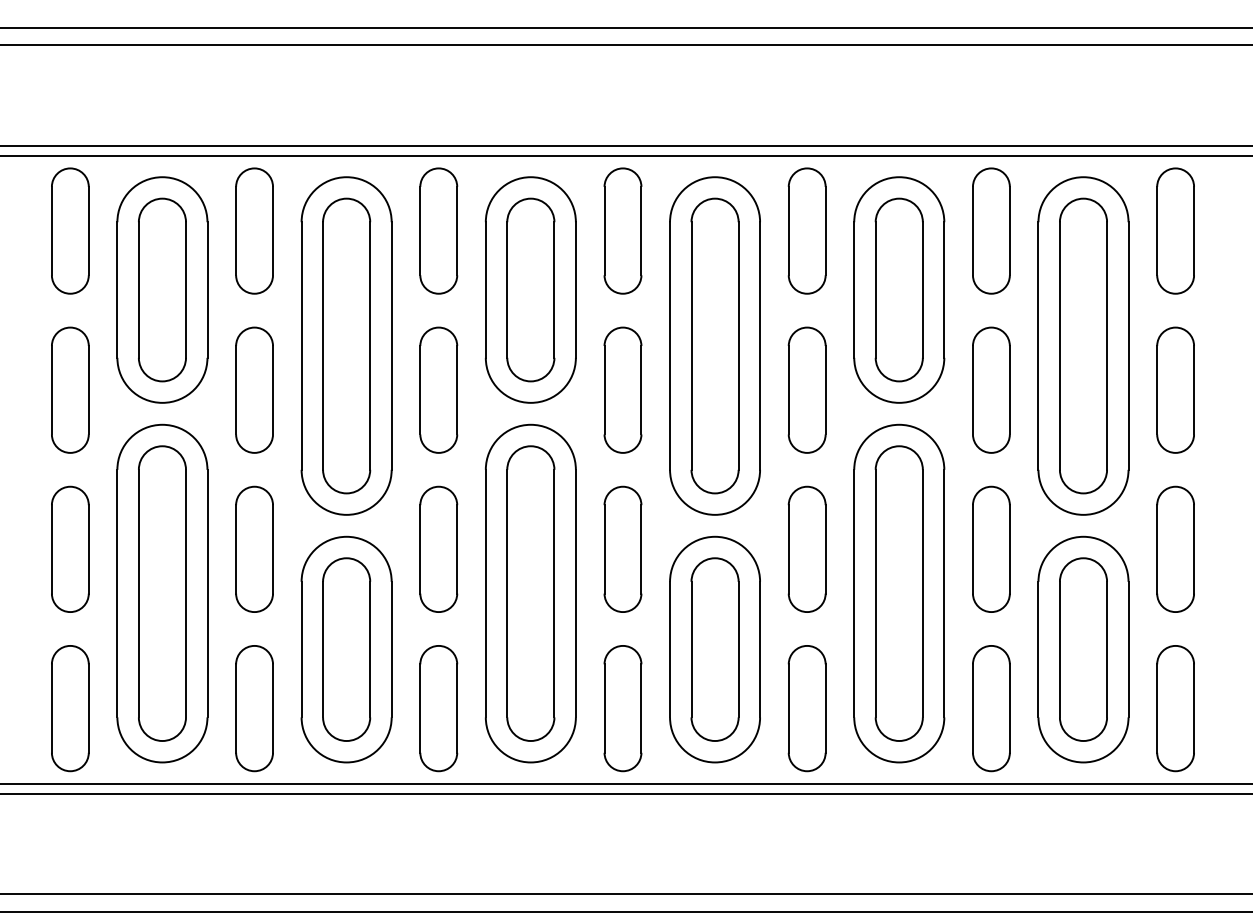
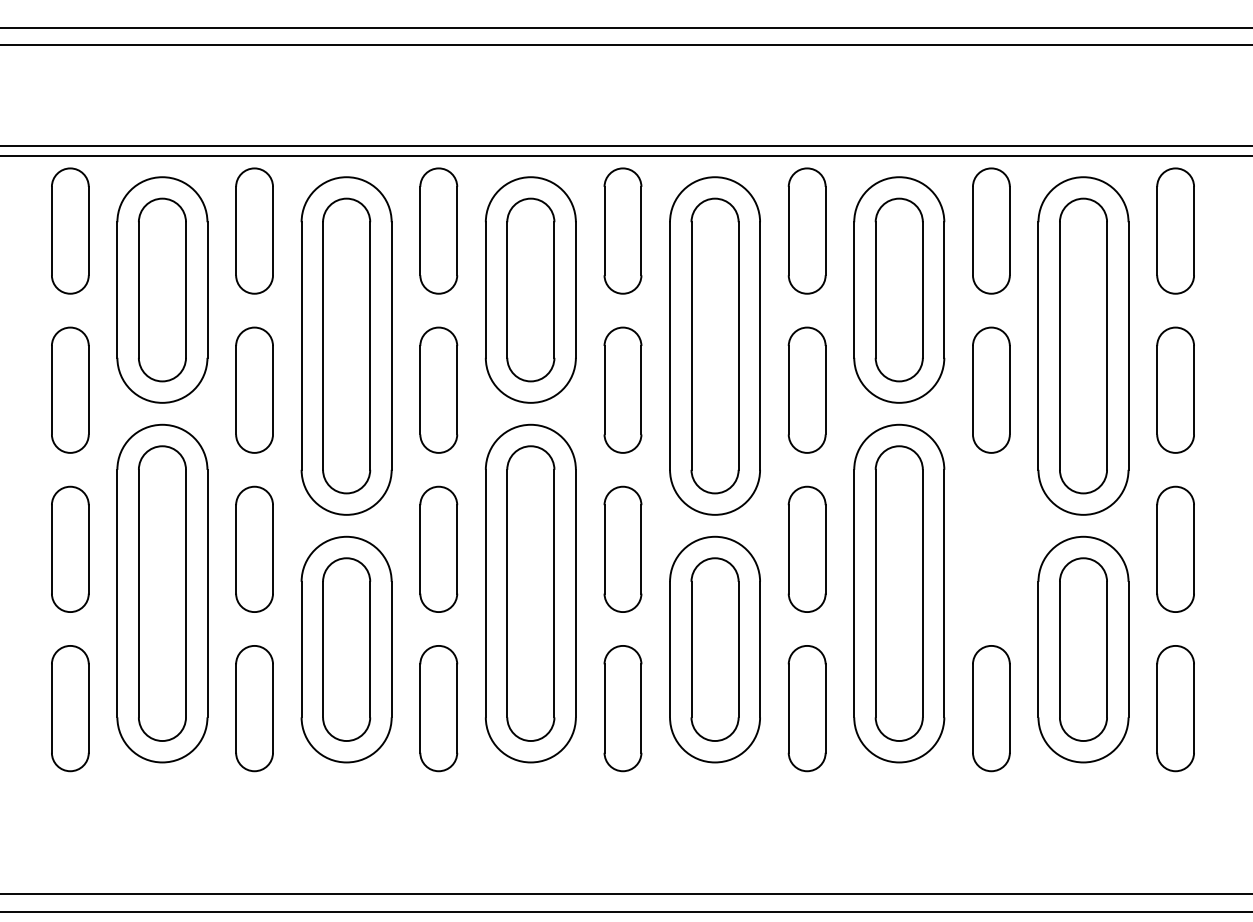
part at (991, 548): present -> none
line at (625, 783): present -> none
line at (625, 794): present -> none
